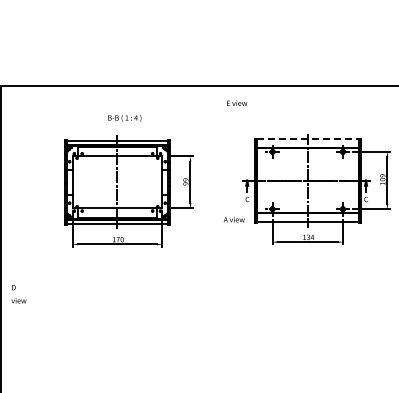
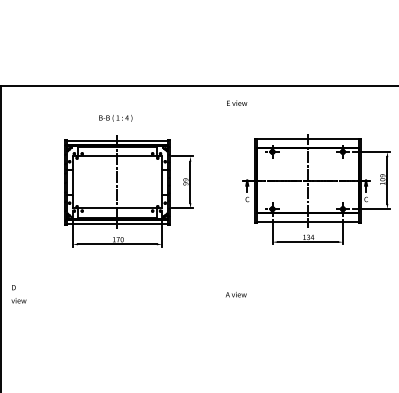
text at (124, 118) position: (124, 118) -> (115, 118)
line at (307, 138): dashed -> solid
text at (234, 219) position: (234, 219) -> (236, 294)
